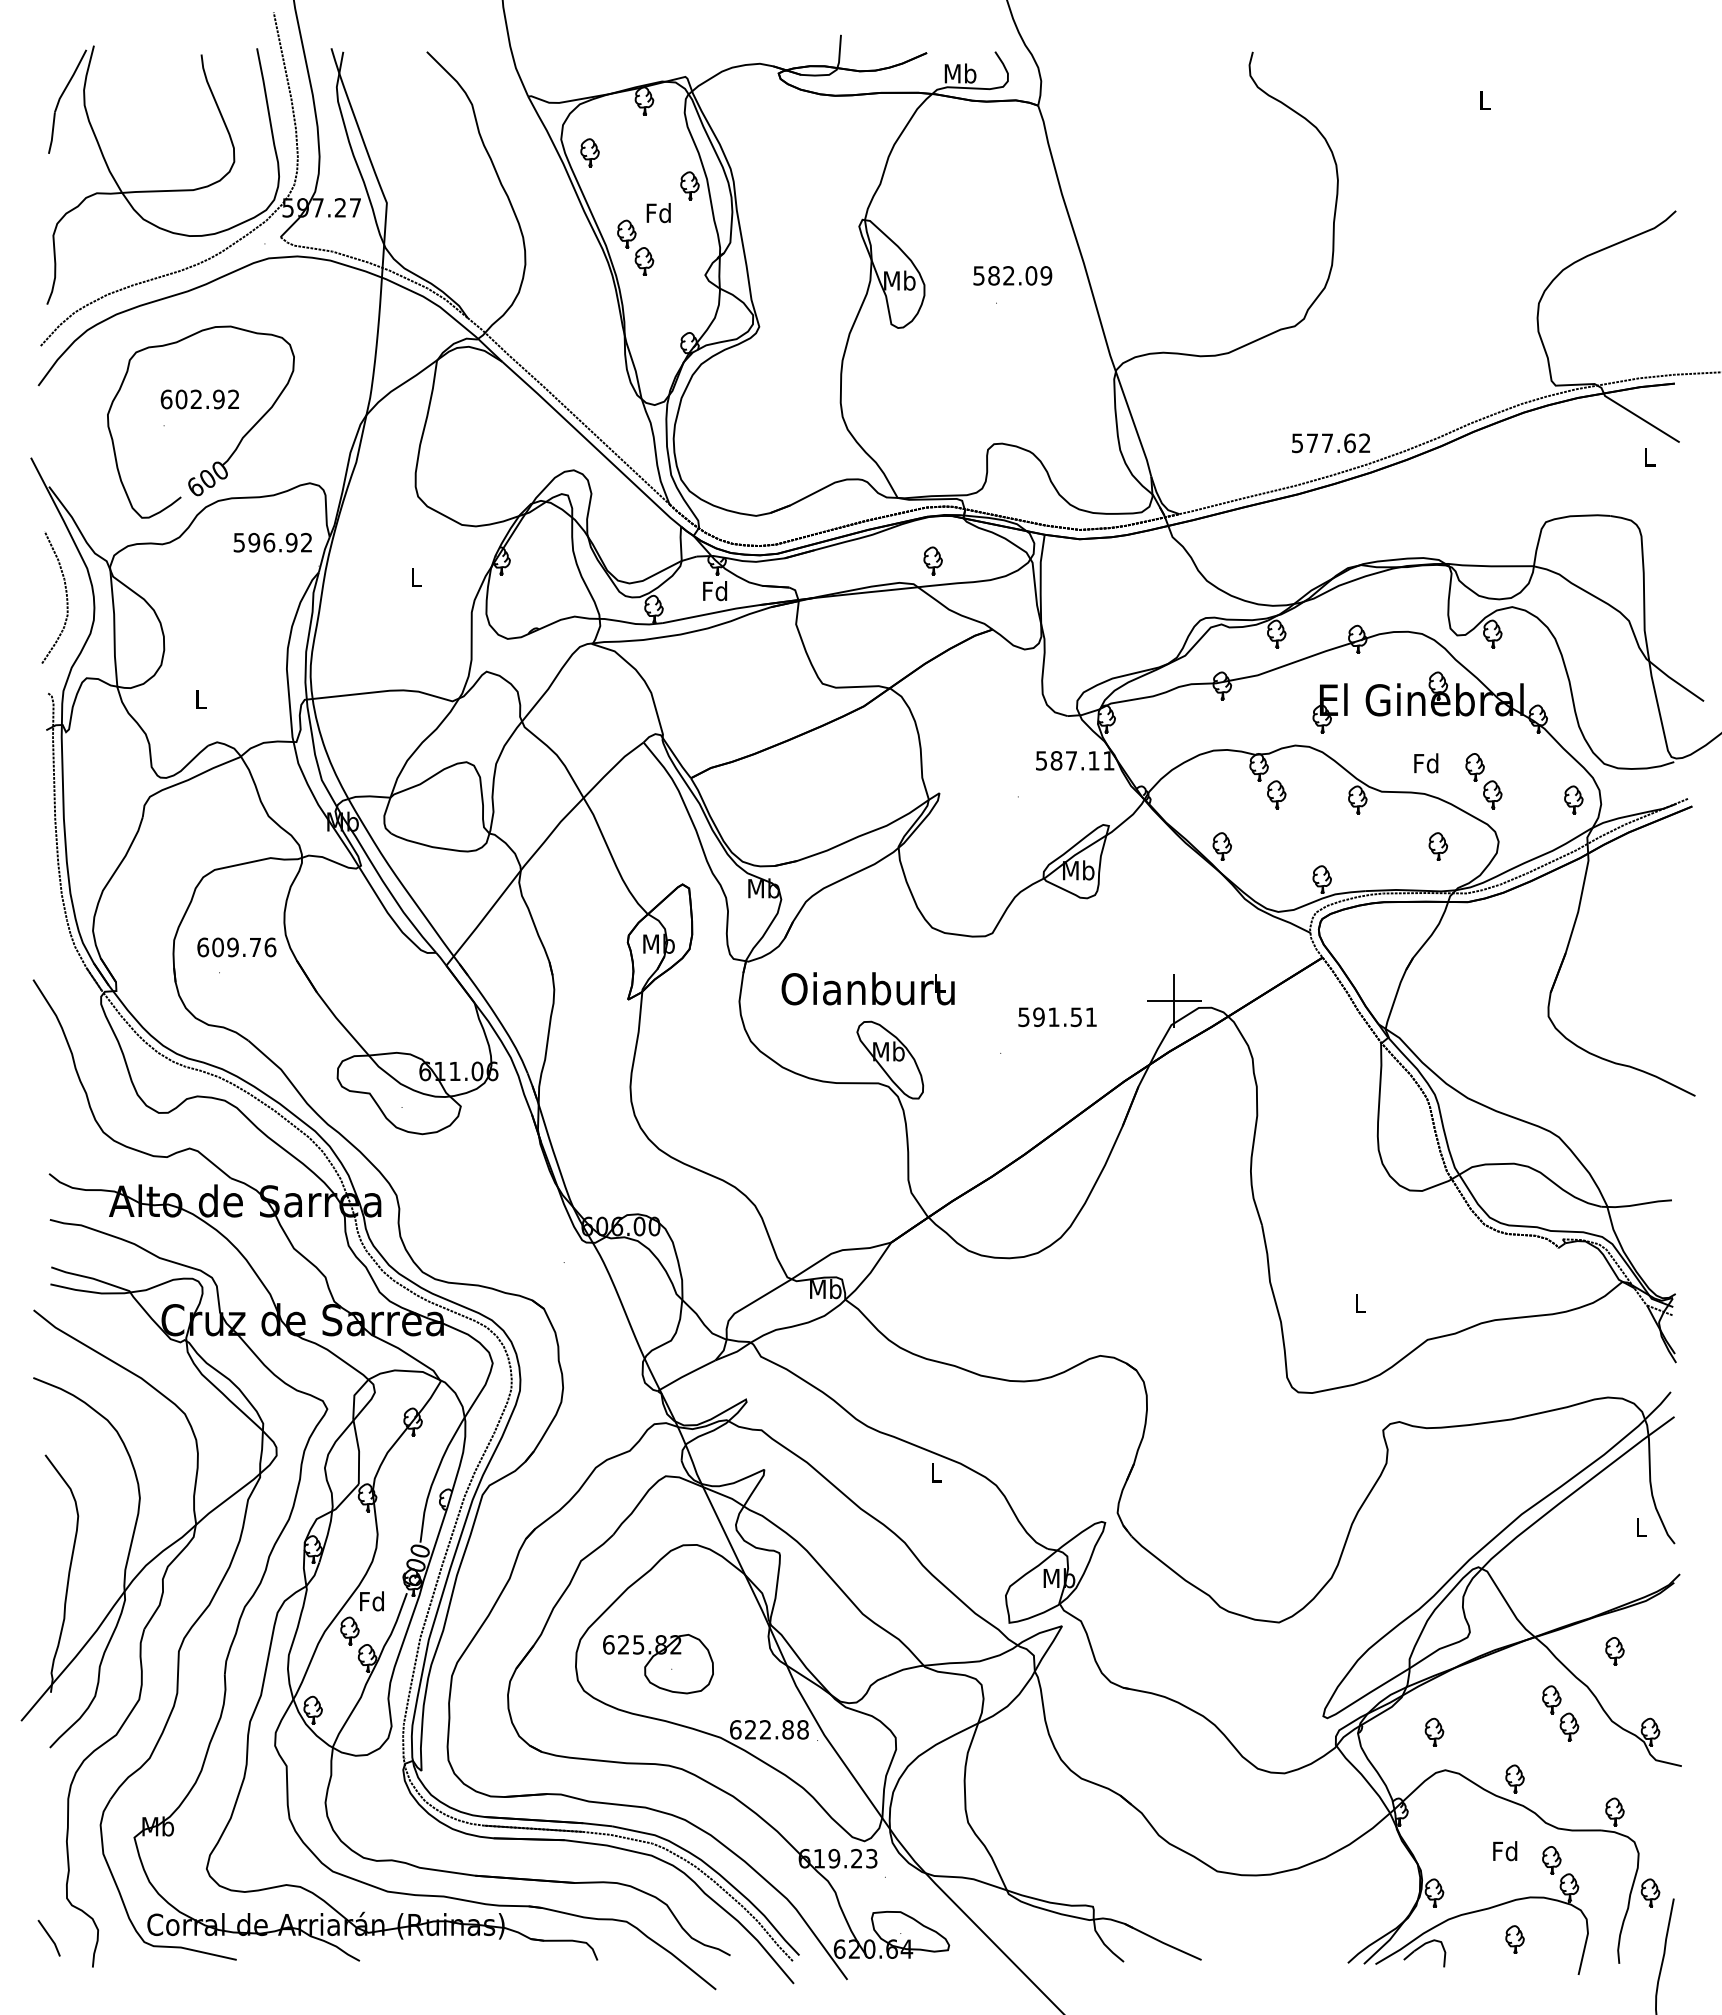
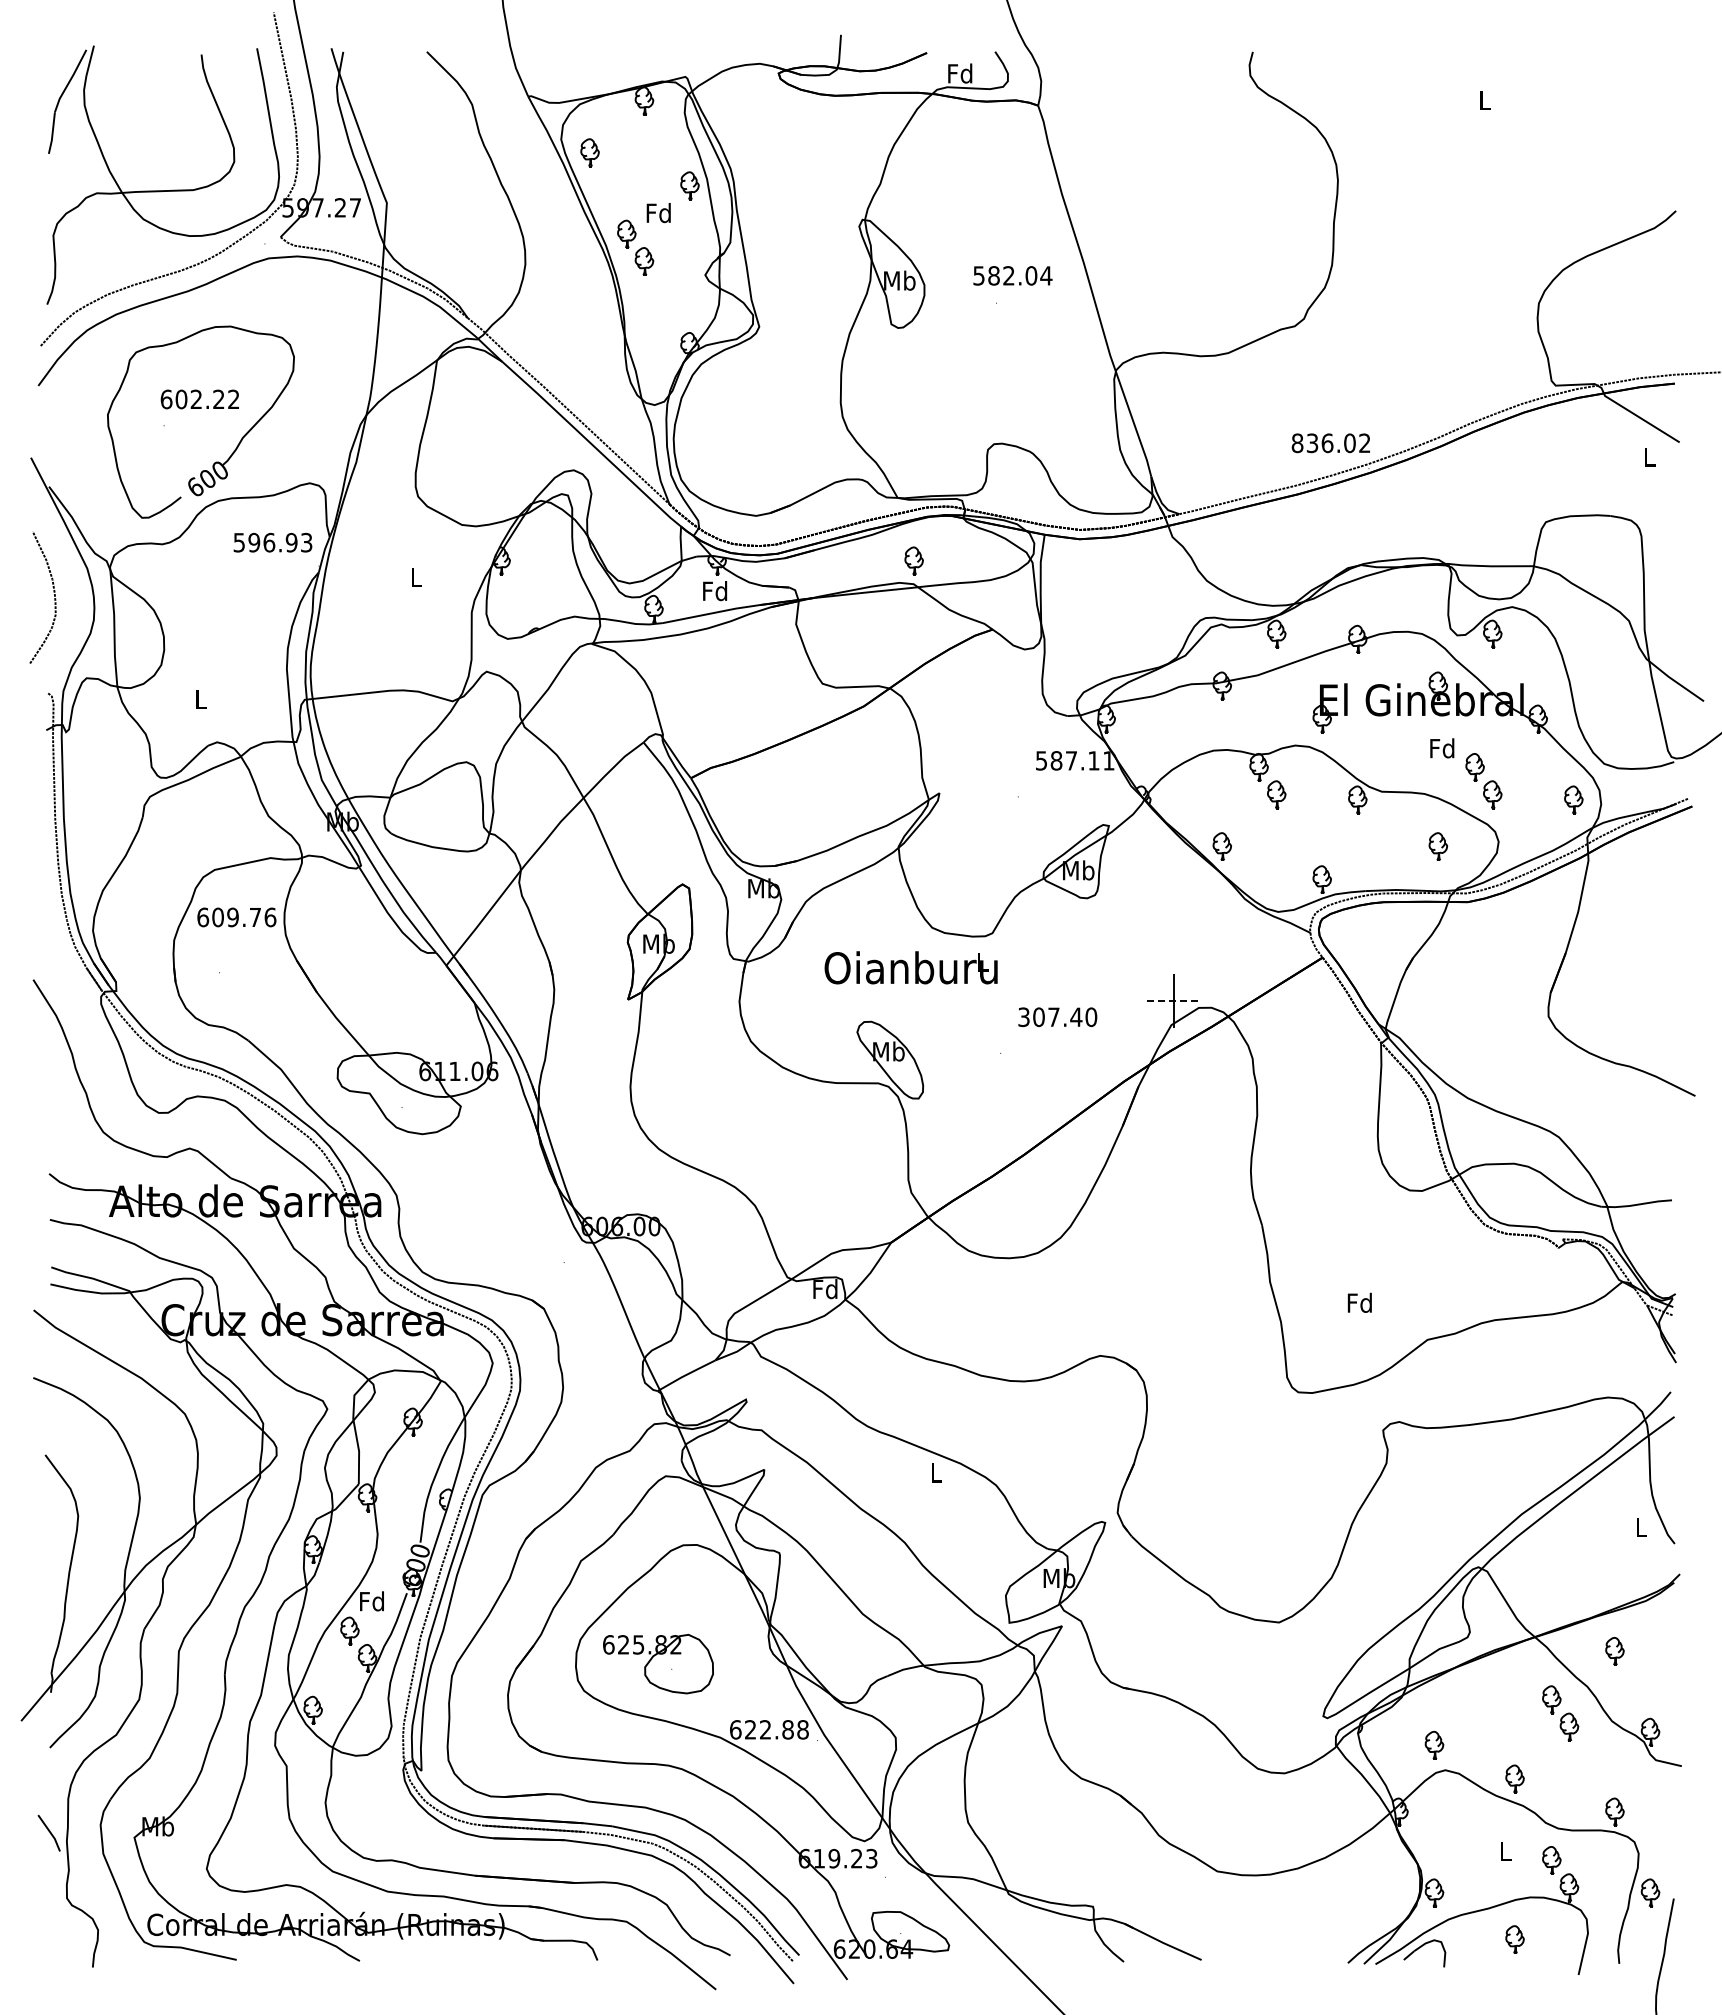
text at (960, 73): Mb -> Fd
text at (1046, 275): 582.09 -> 582.04
text at (218, 399): 602.92 -> 602.22
text at (1323, 443): 577.62 -> 836.02
text at (306, 542): 596.92 -> 596.93
part at (932, 560) position: (932, 560) -> (913, 560)
curve at (66, 596) position: (66, 596) -> (54, 596)
text at (1426, 763) position: (1426, 763) -> (1442, 748)
text at (236, 947) position: (236, 947) -> (236, 917)
text at (867, 988) position: (867, 988) -> (910, 967)
line at (1174, 1000): solid -> dashed
text at (1058, 1017): 591.51 -> 307.40
text at (825, 1289): Mb -> Fd
text at (1359, 1302): L -> Fd
part at (1434, 1731) position: (1434, 1731) -> (1434, 1744)
text at (1505, 1851): Fd -> L
line at (49, 1938) position: (49, 1938) -> (49, 1833)
